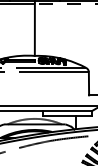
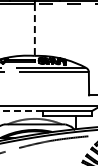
line at (34, 29): solid -> dashed
line at (20, 110): solid -> dashed
